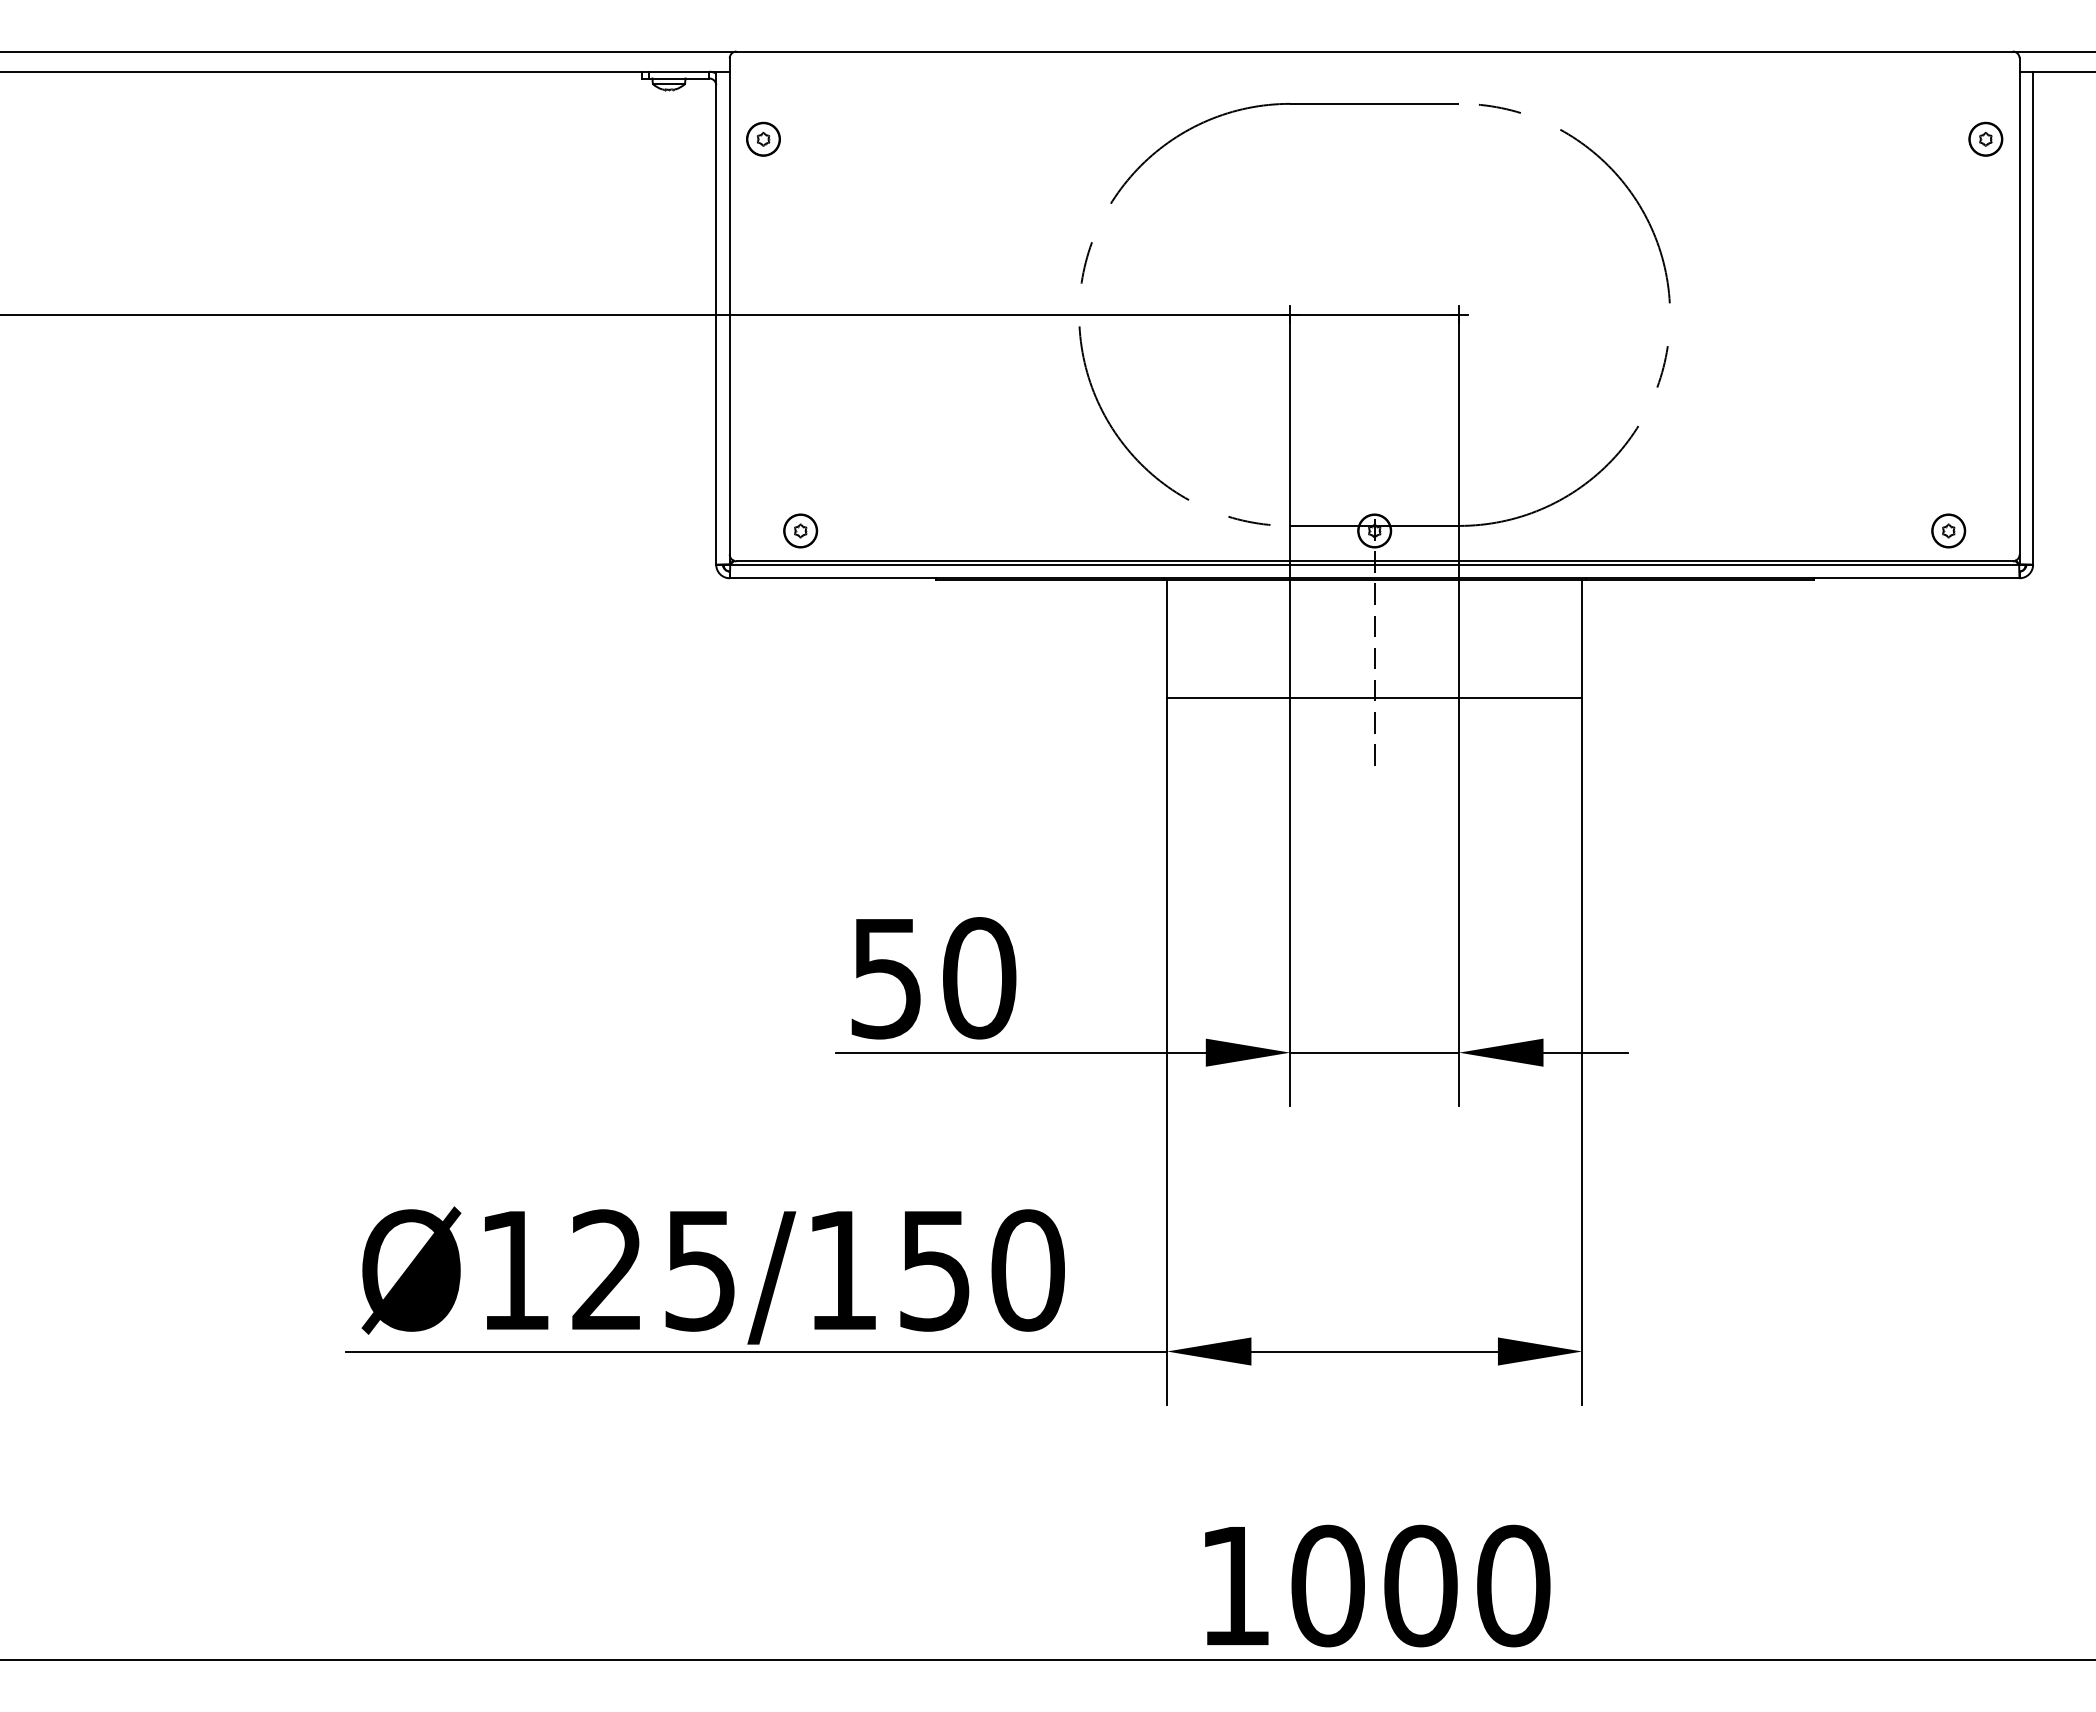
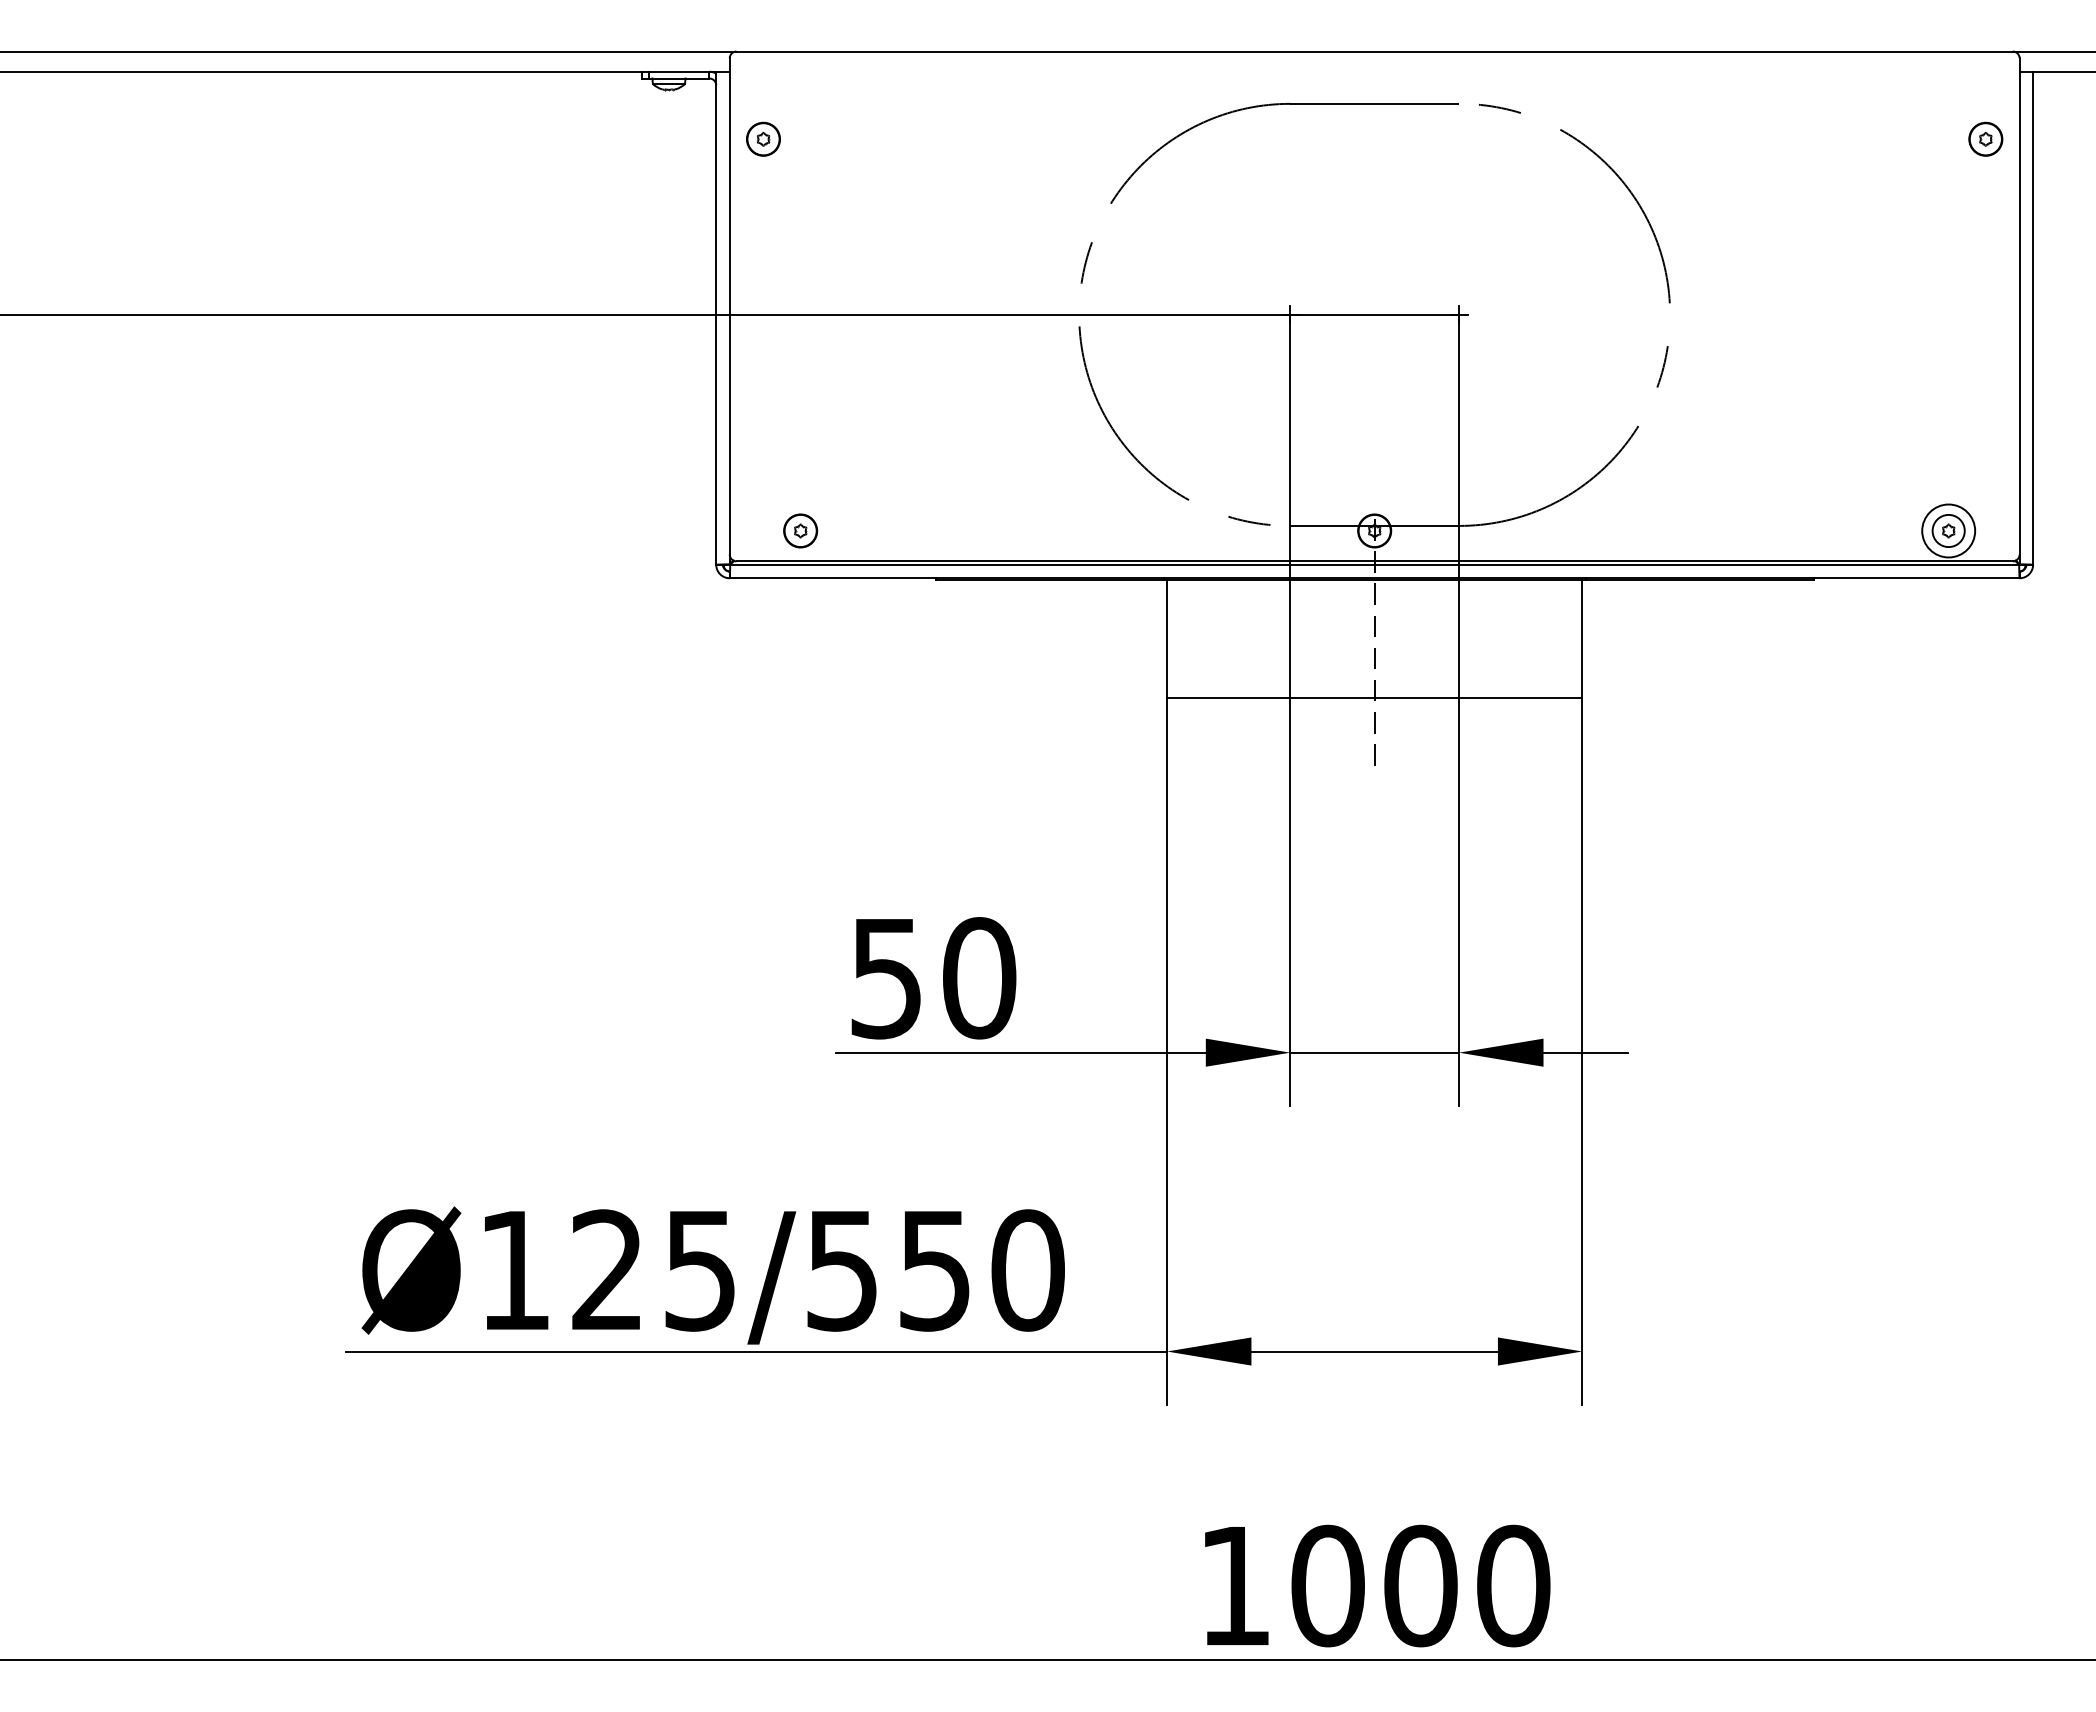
circle at (1948, 530) diameter: 33 px -> 53 px
text at (841, 1271): Ø125/150 -> Ø125/550
